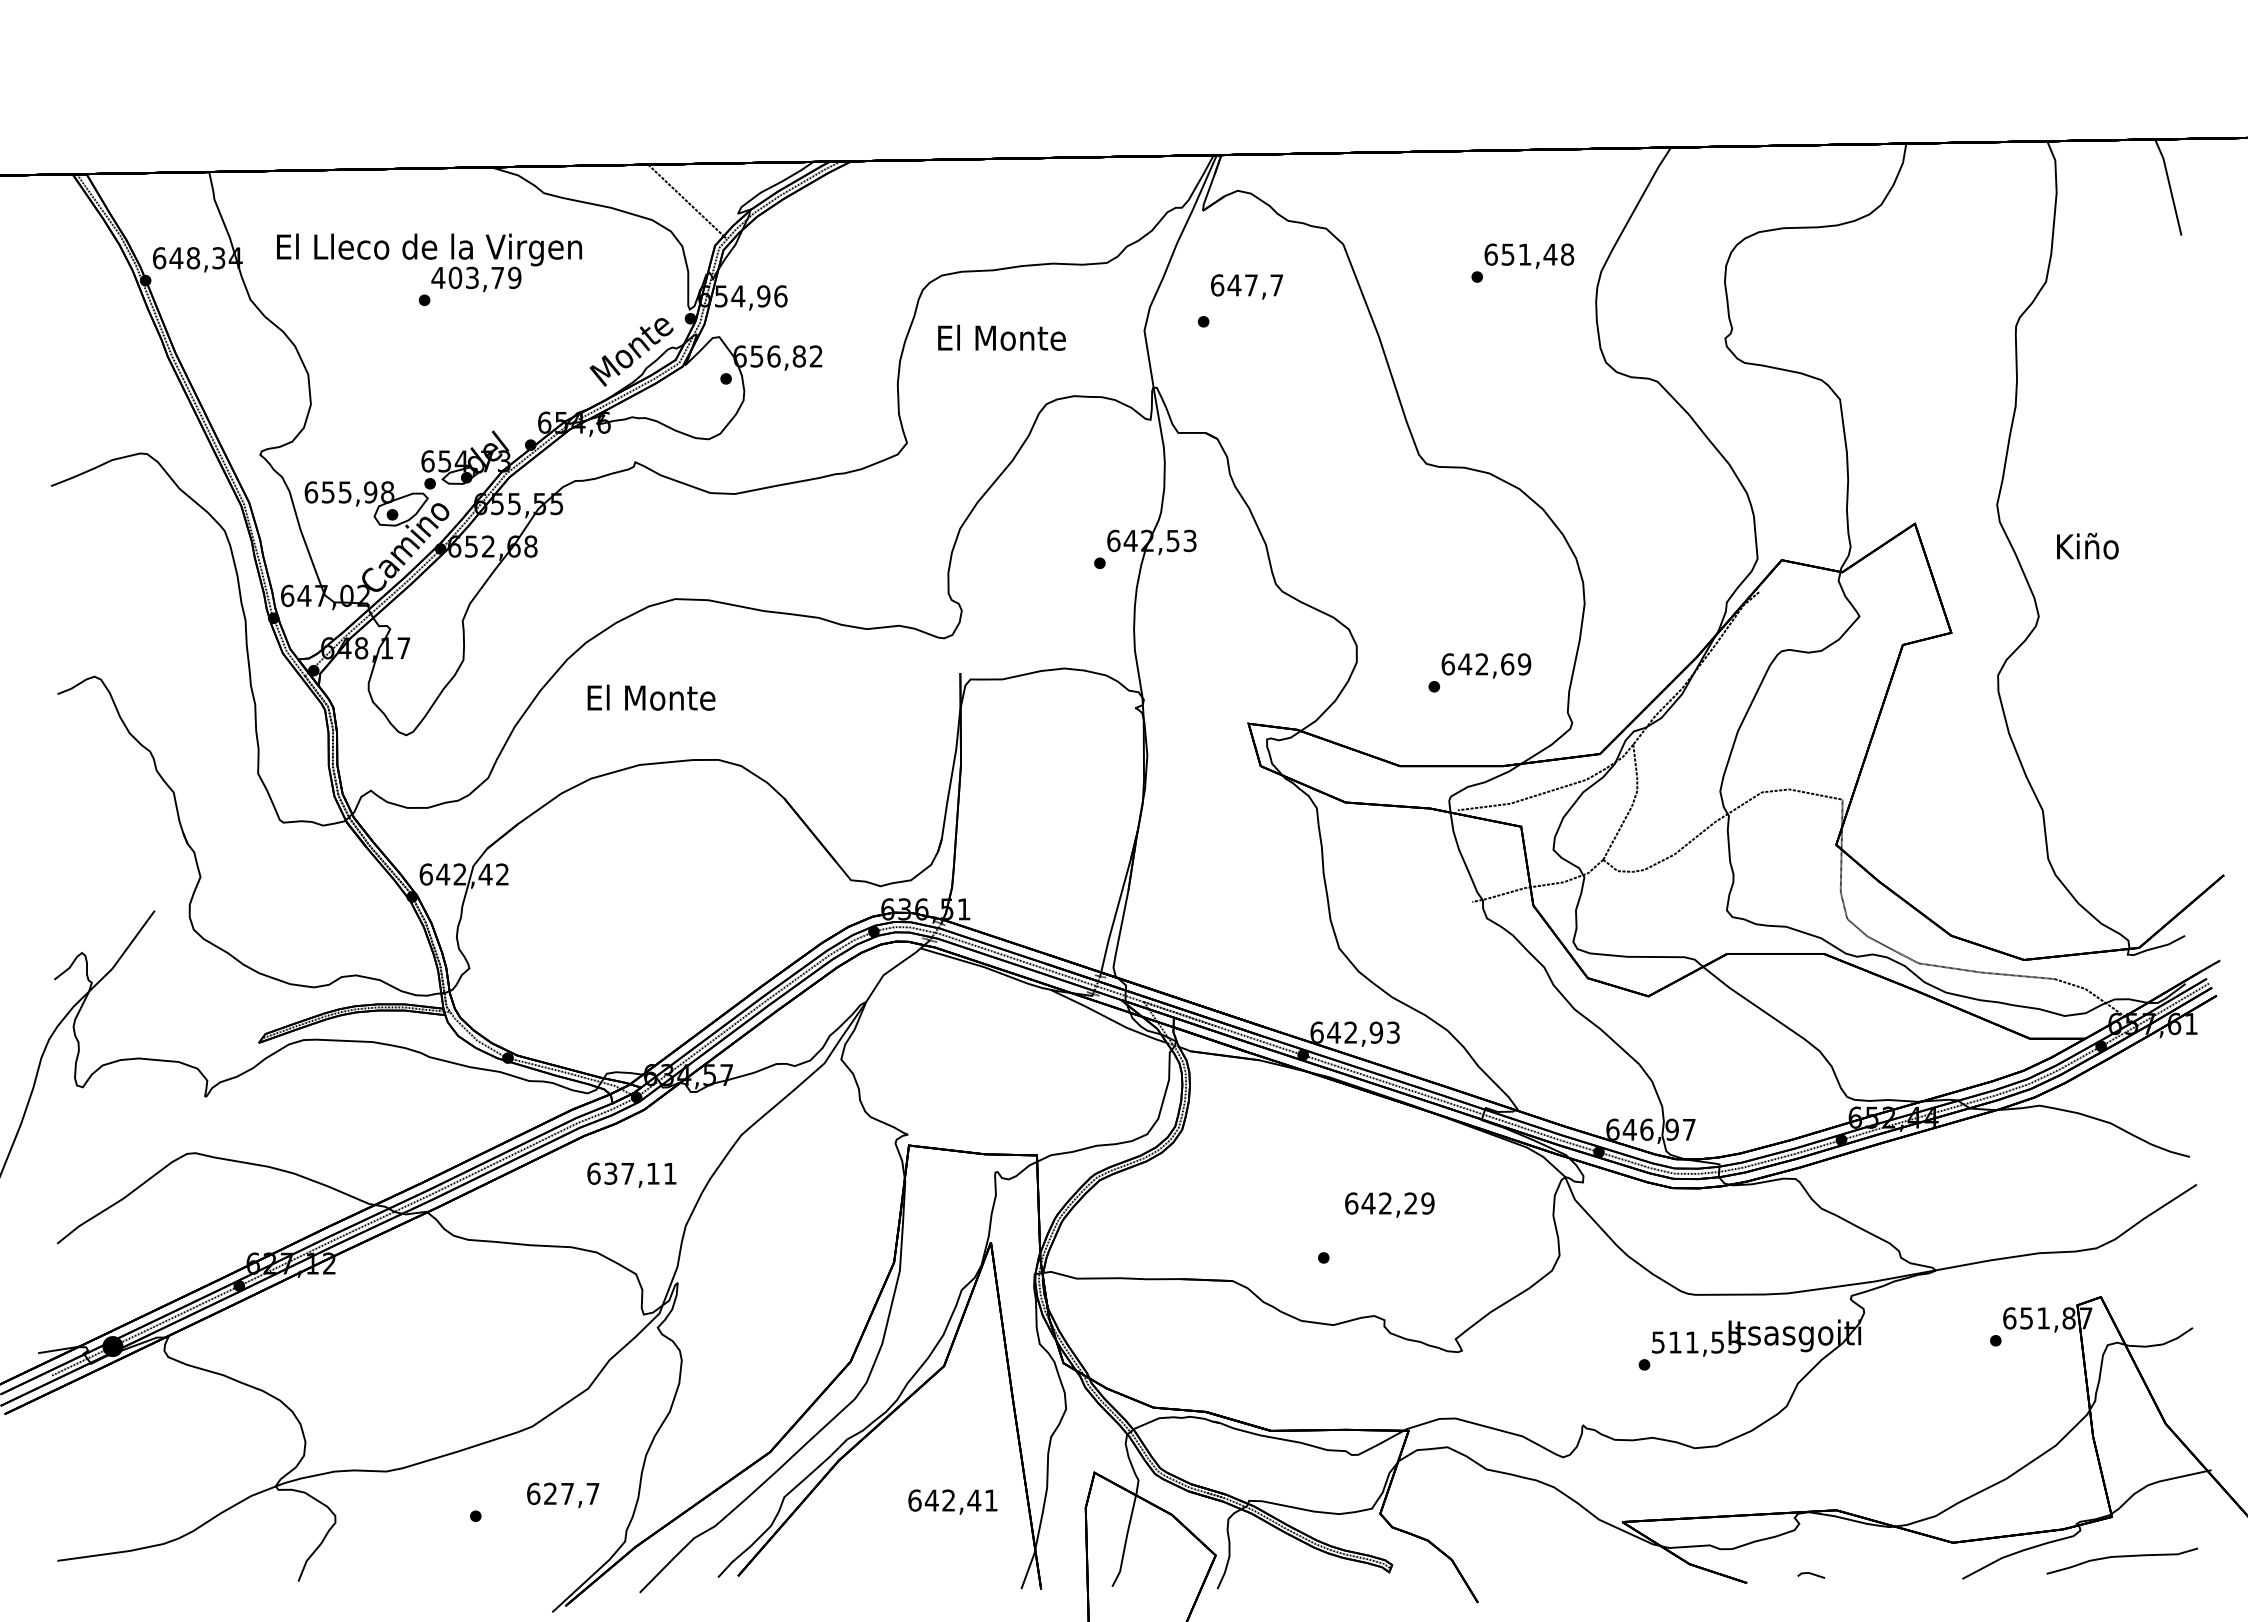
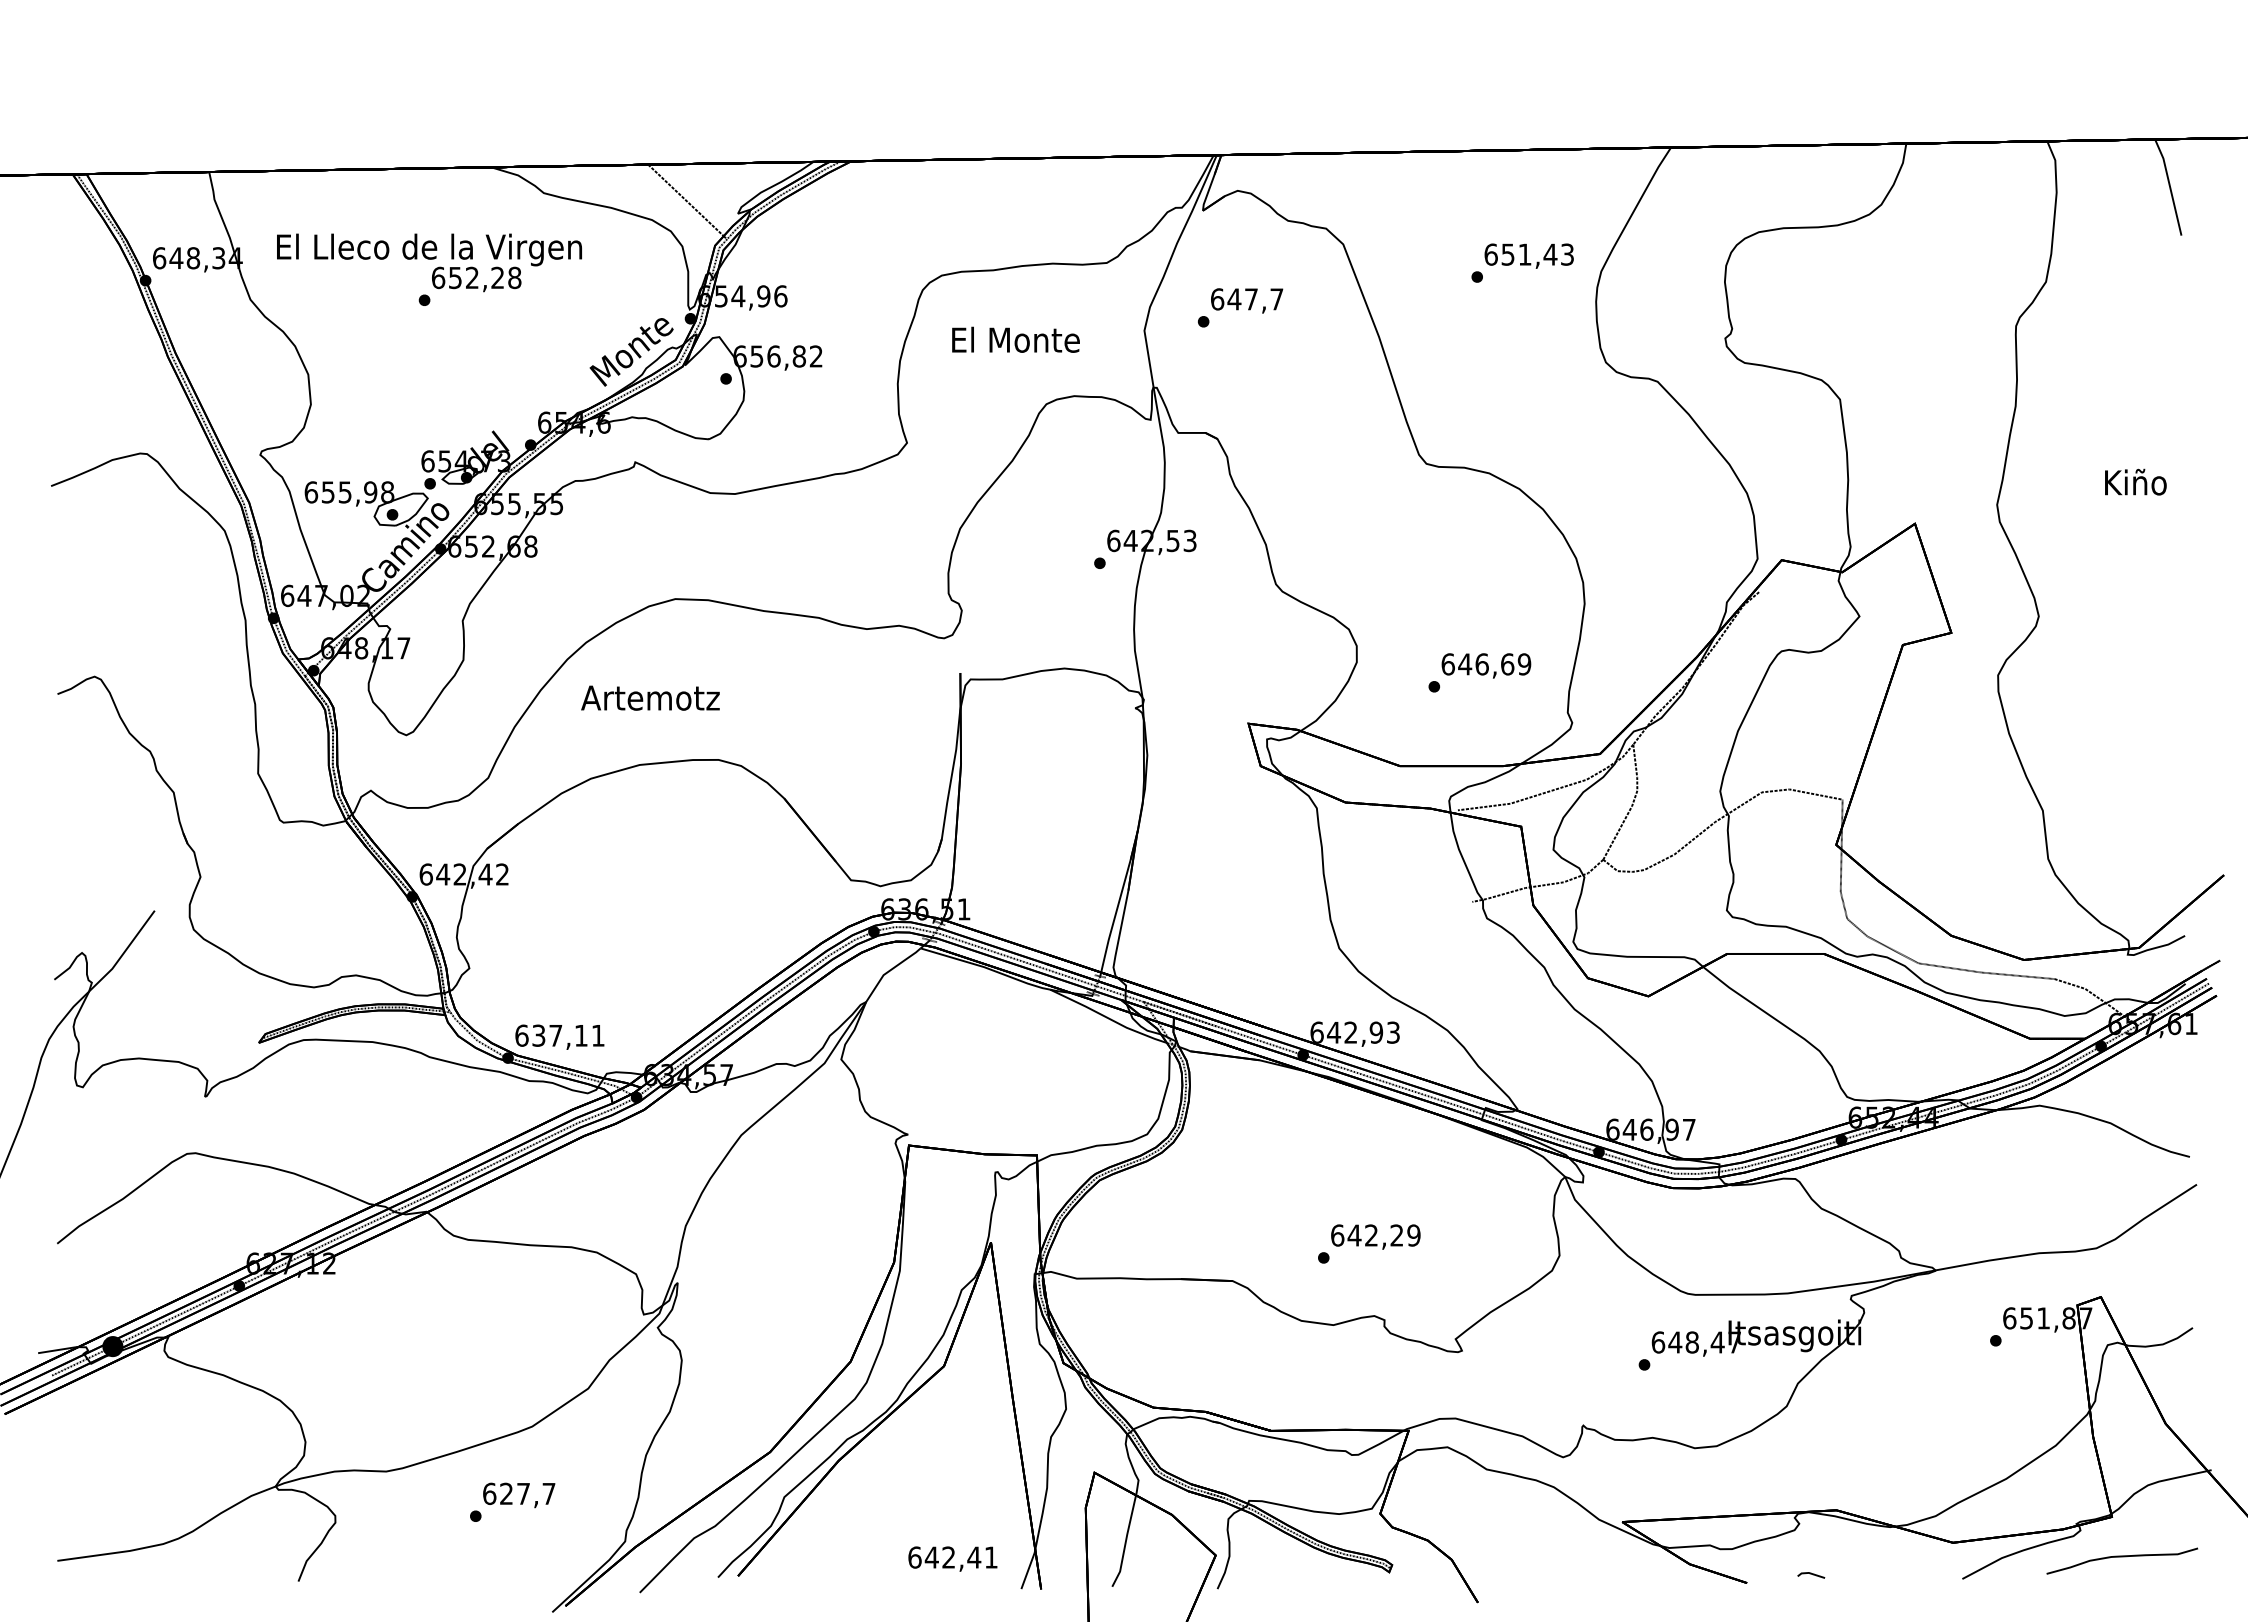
text at (1567, 254): 651,48 -> 651,43
text at (476, 277): 403,79 -> 652,28
text at (1247, 286) position: (1247, 286) -> (1247, 300)
text at (1001, 337) position: (1001, 337) -> (1015, 339)
text at (2087, 545) position: (2087, 545) -> (2135, 481)
text at (1481, 664): 642,69 -> 646,69
text at (650, 697): El Monte -> Artemotz
text at (631, 1174) position: (631, 1174) -> (559, 1036)
text at (1389, 1204) position: (1389, 1204) -> (1375, 1236)
text at (1696, 1342): 511,53 -> 648,47
text at (563, 1495) position: (563, 1495) -> (519, 1495)
text at (952, 1501) position: (952, 1501) -> (952, 1558)
